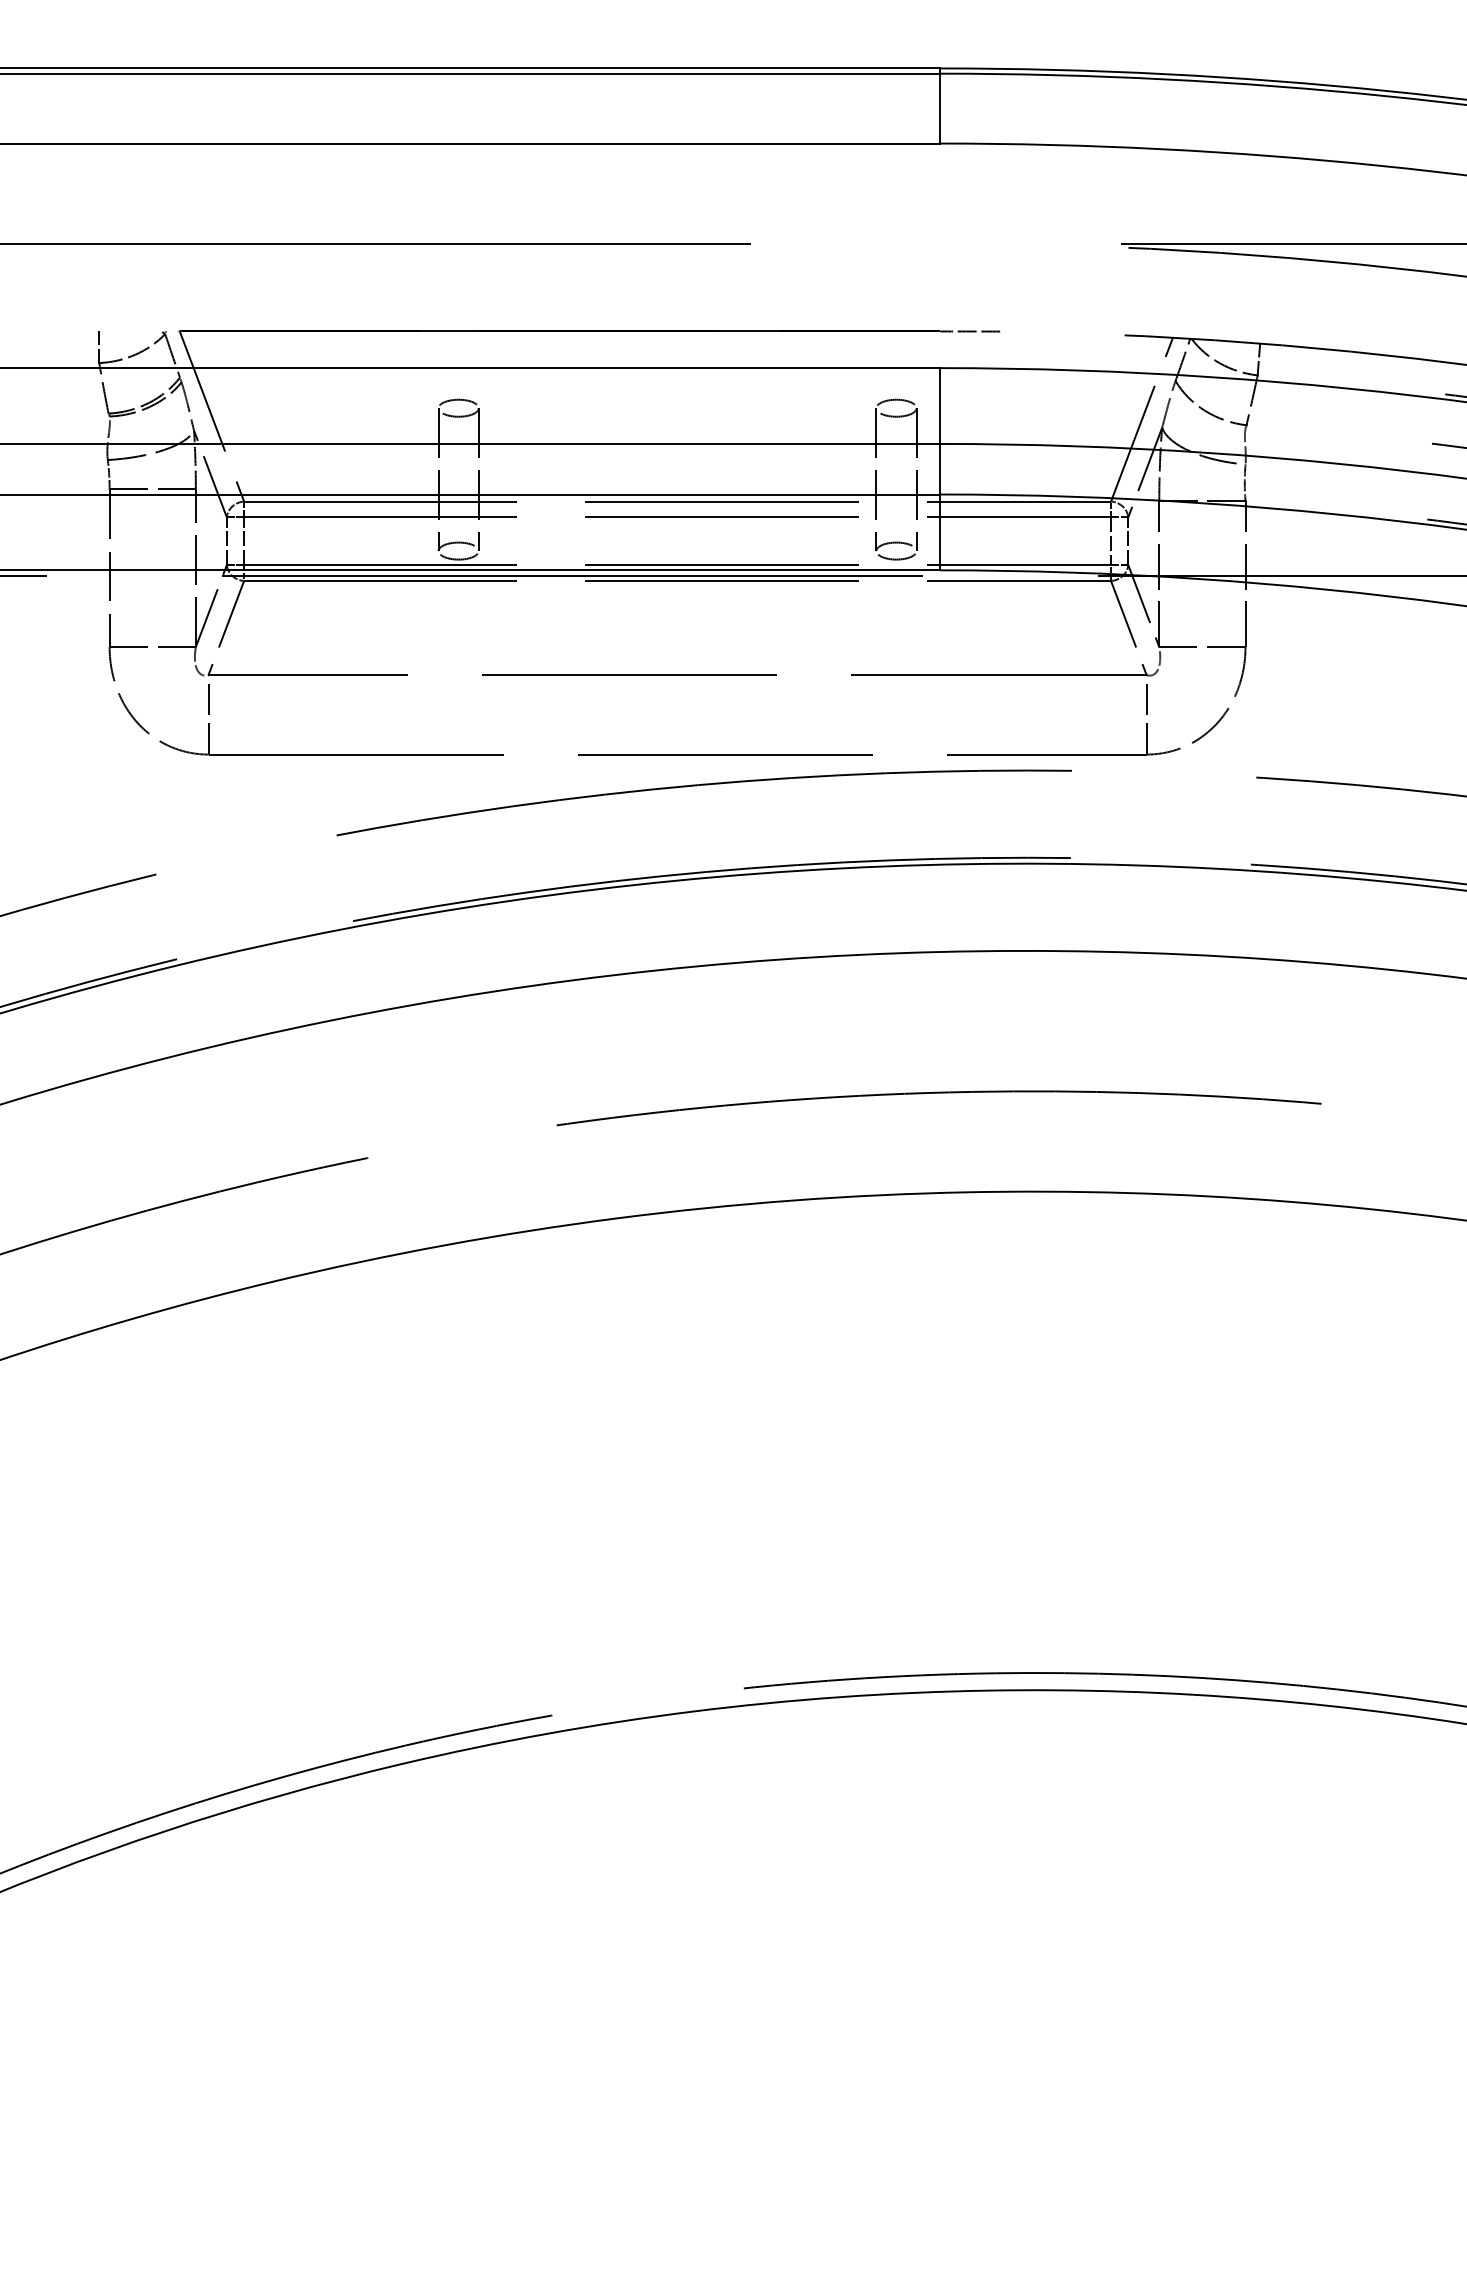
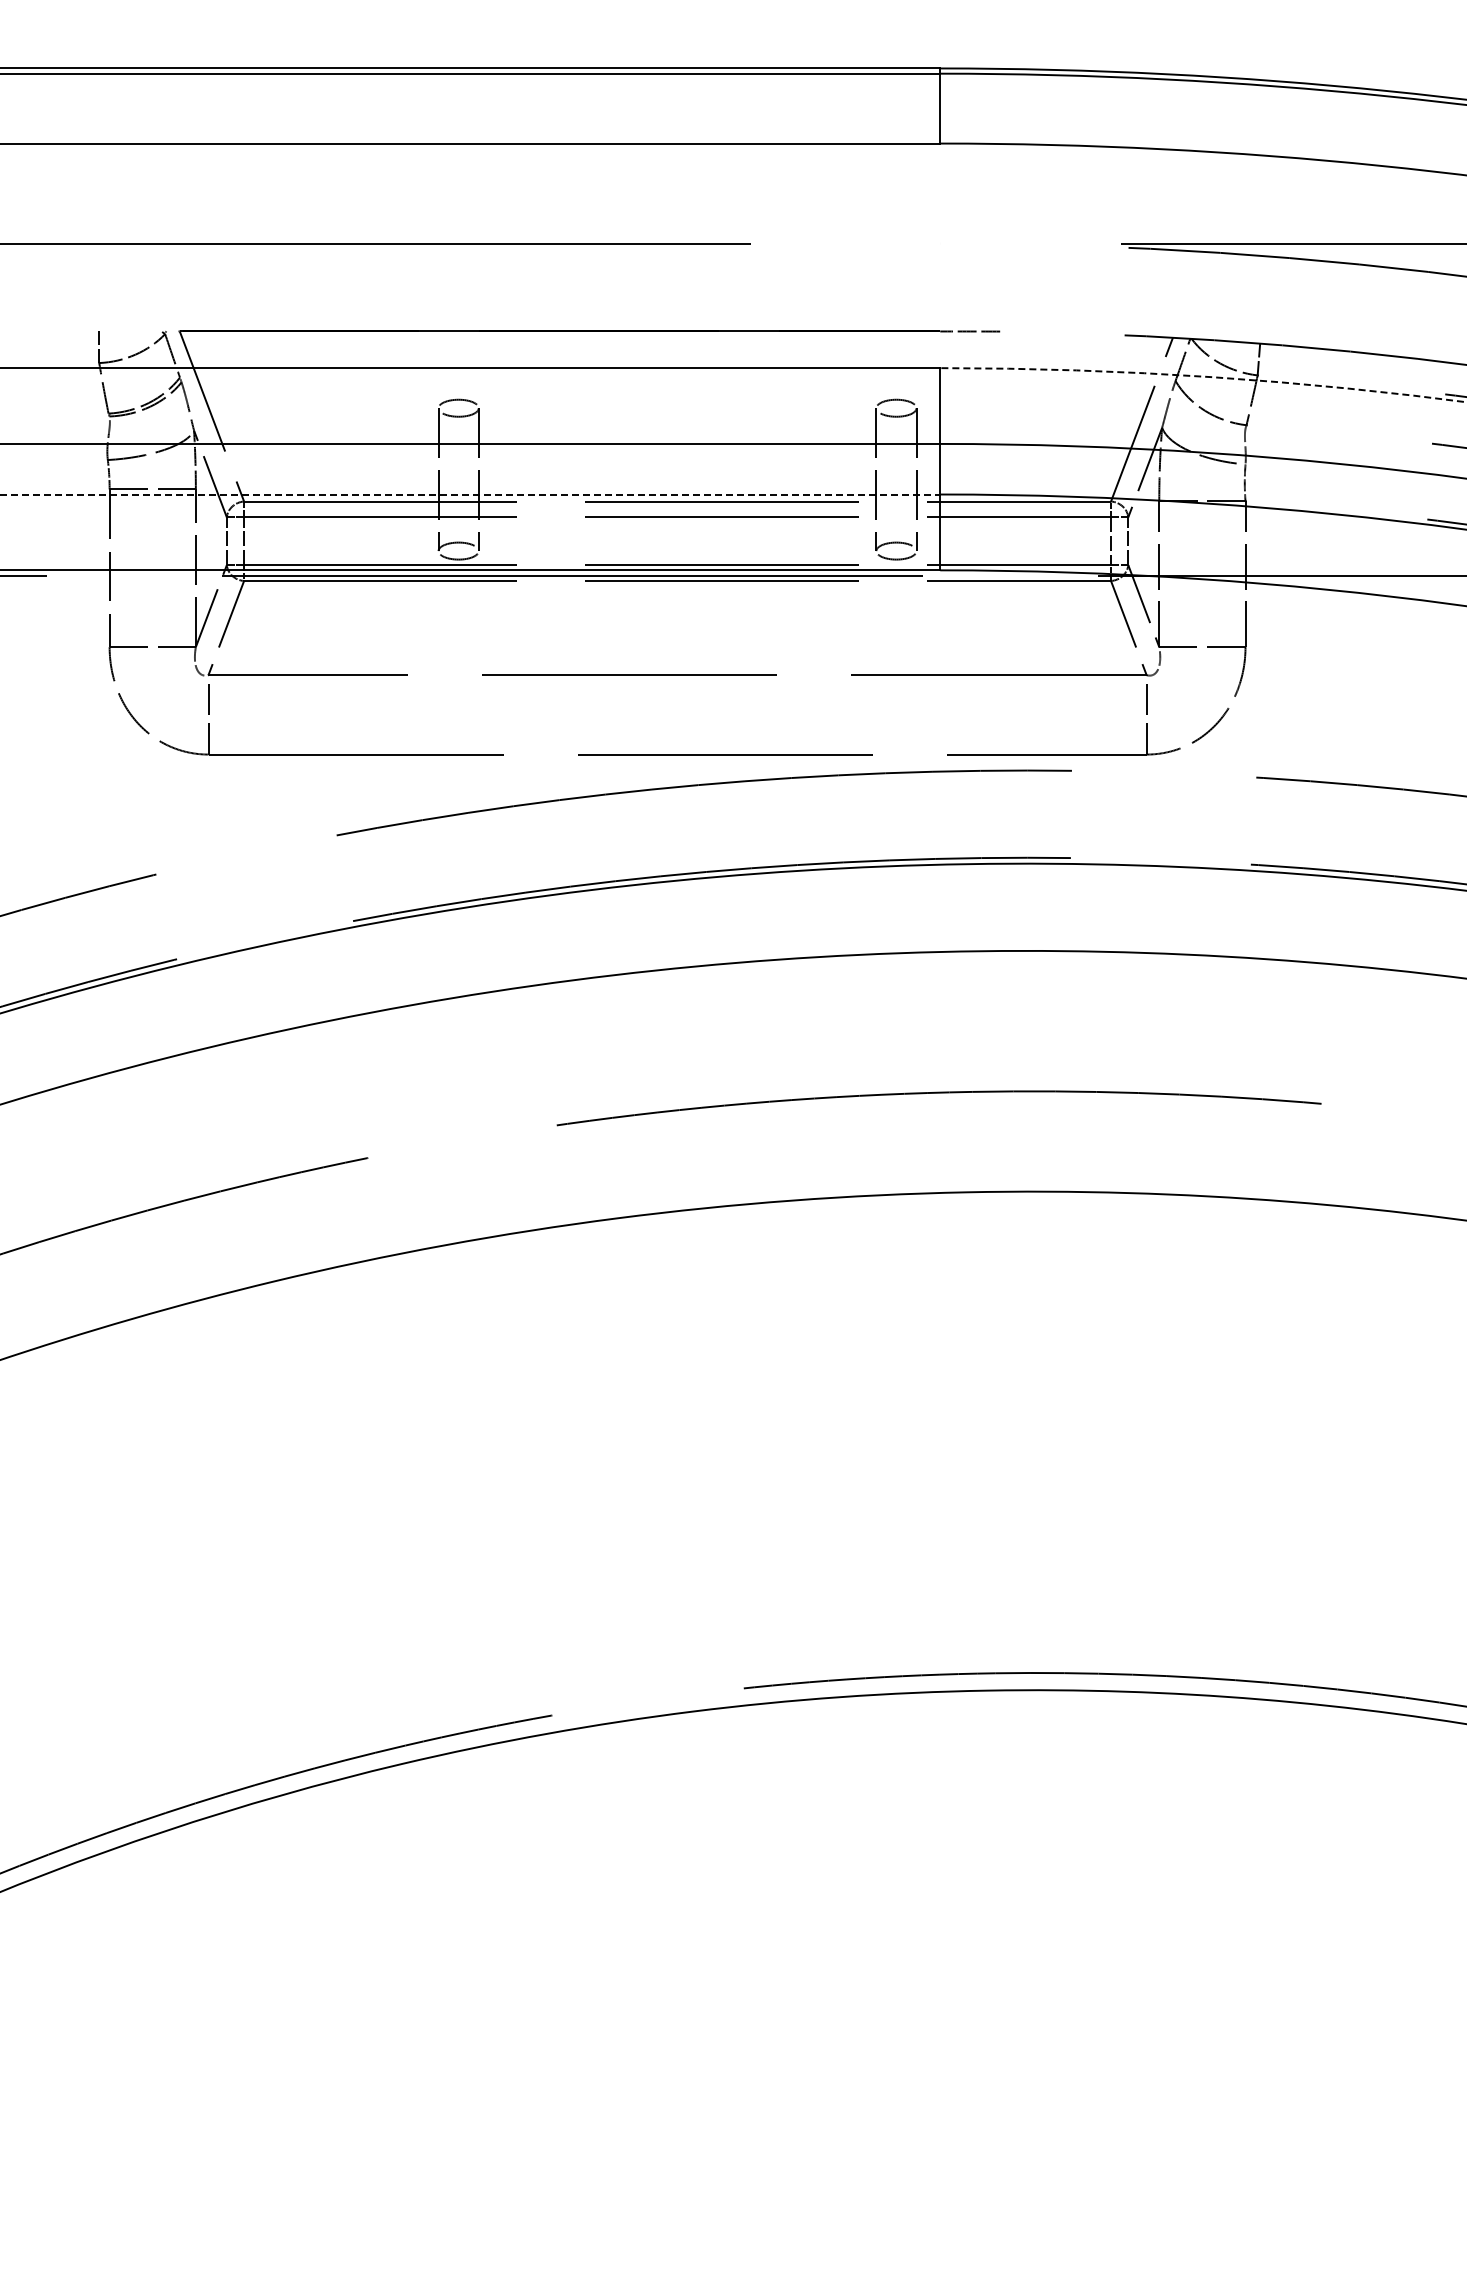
arc at (1203, 376): solid -> dashed
line at (470, 494): solid -> dashed
